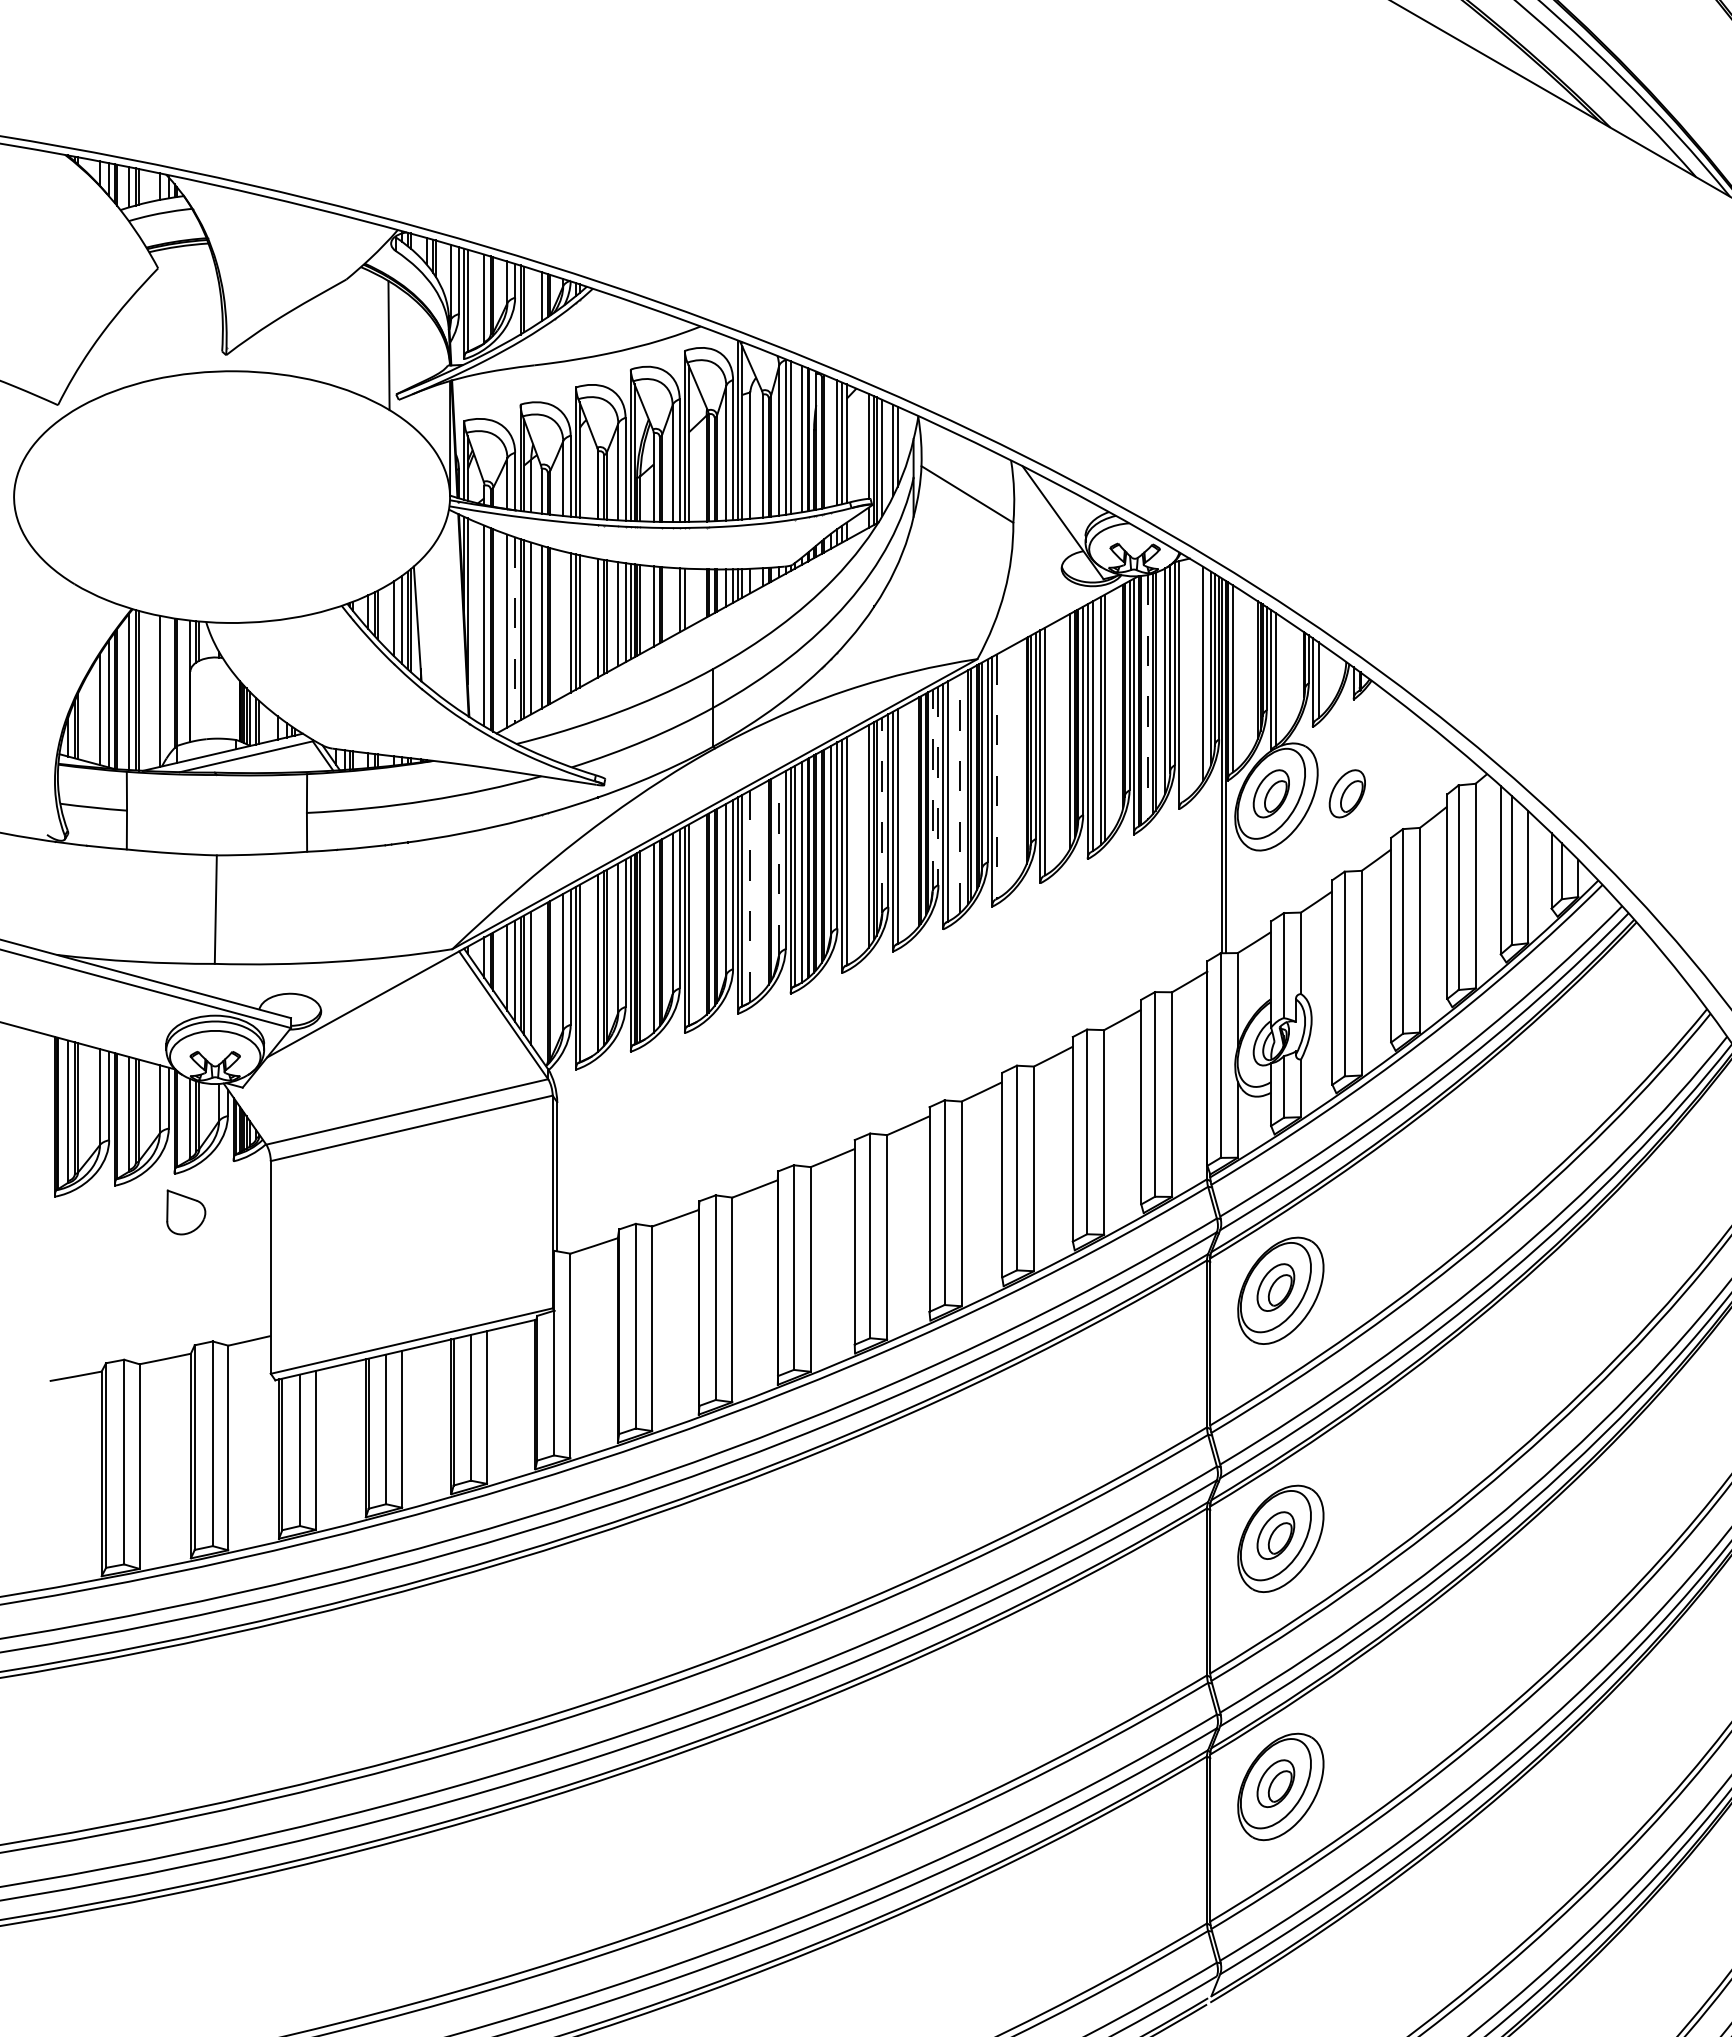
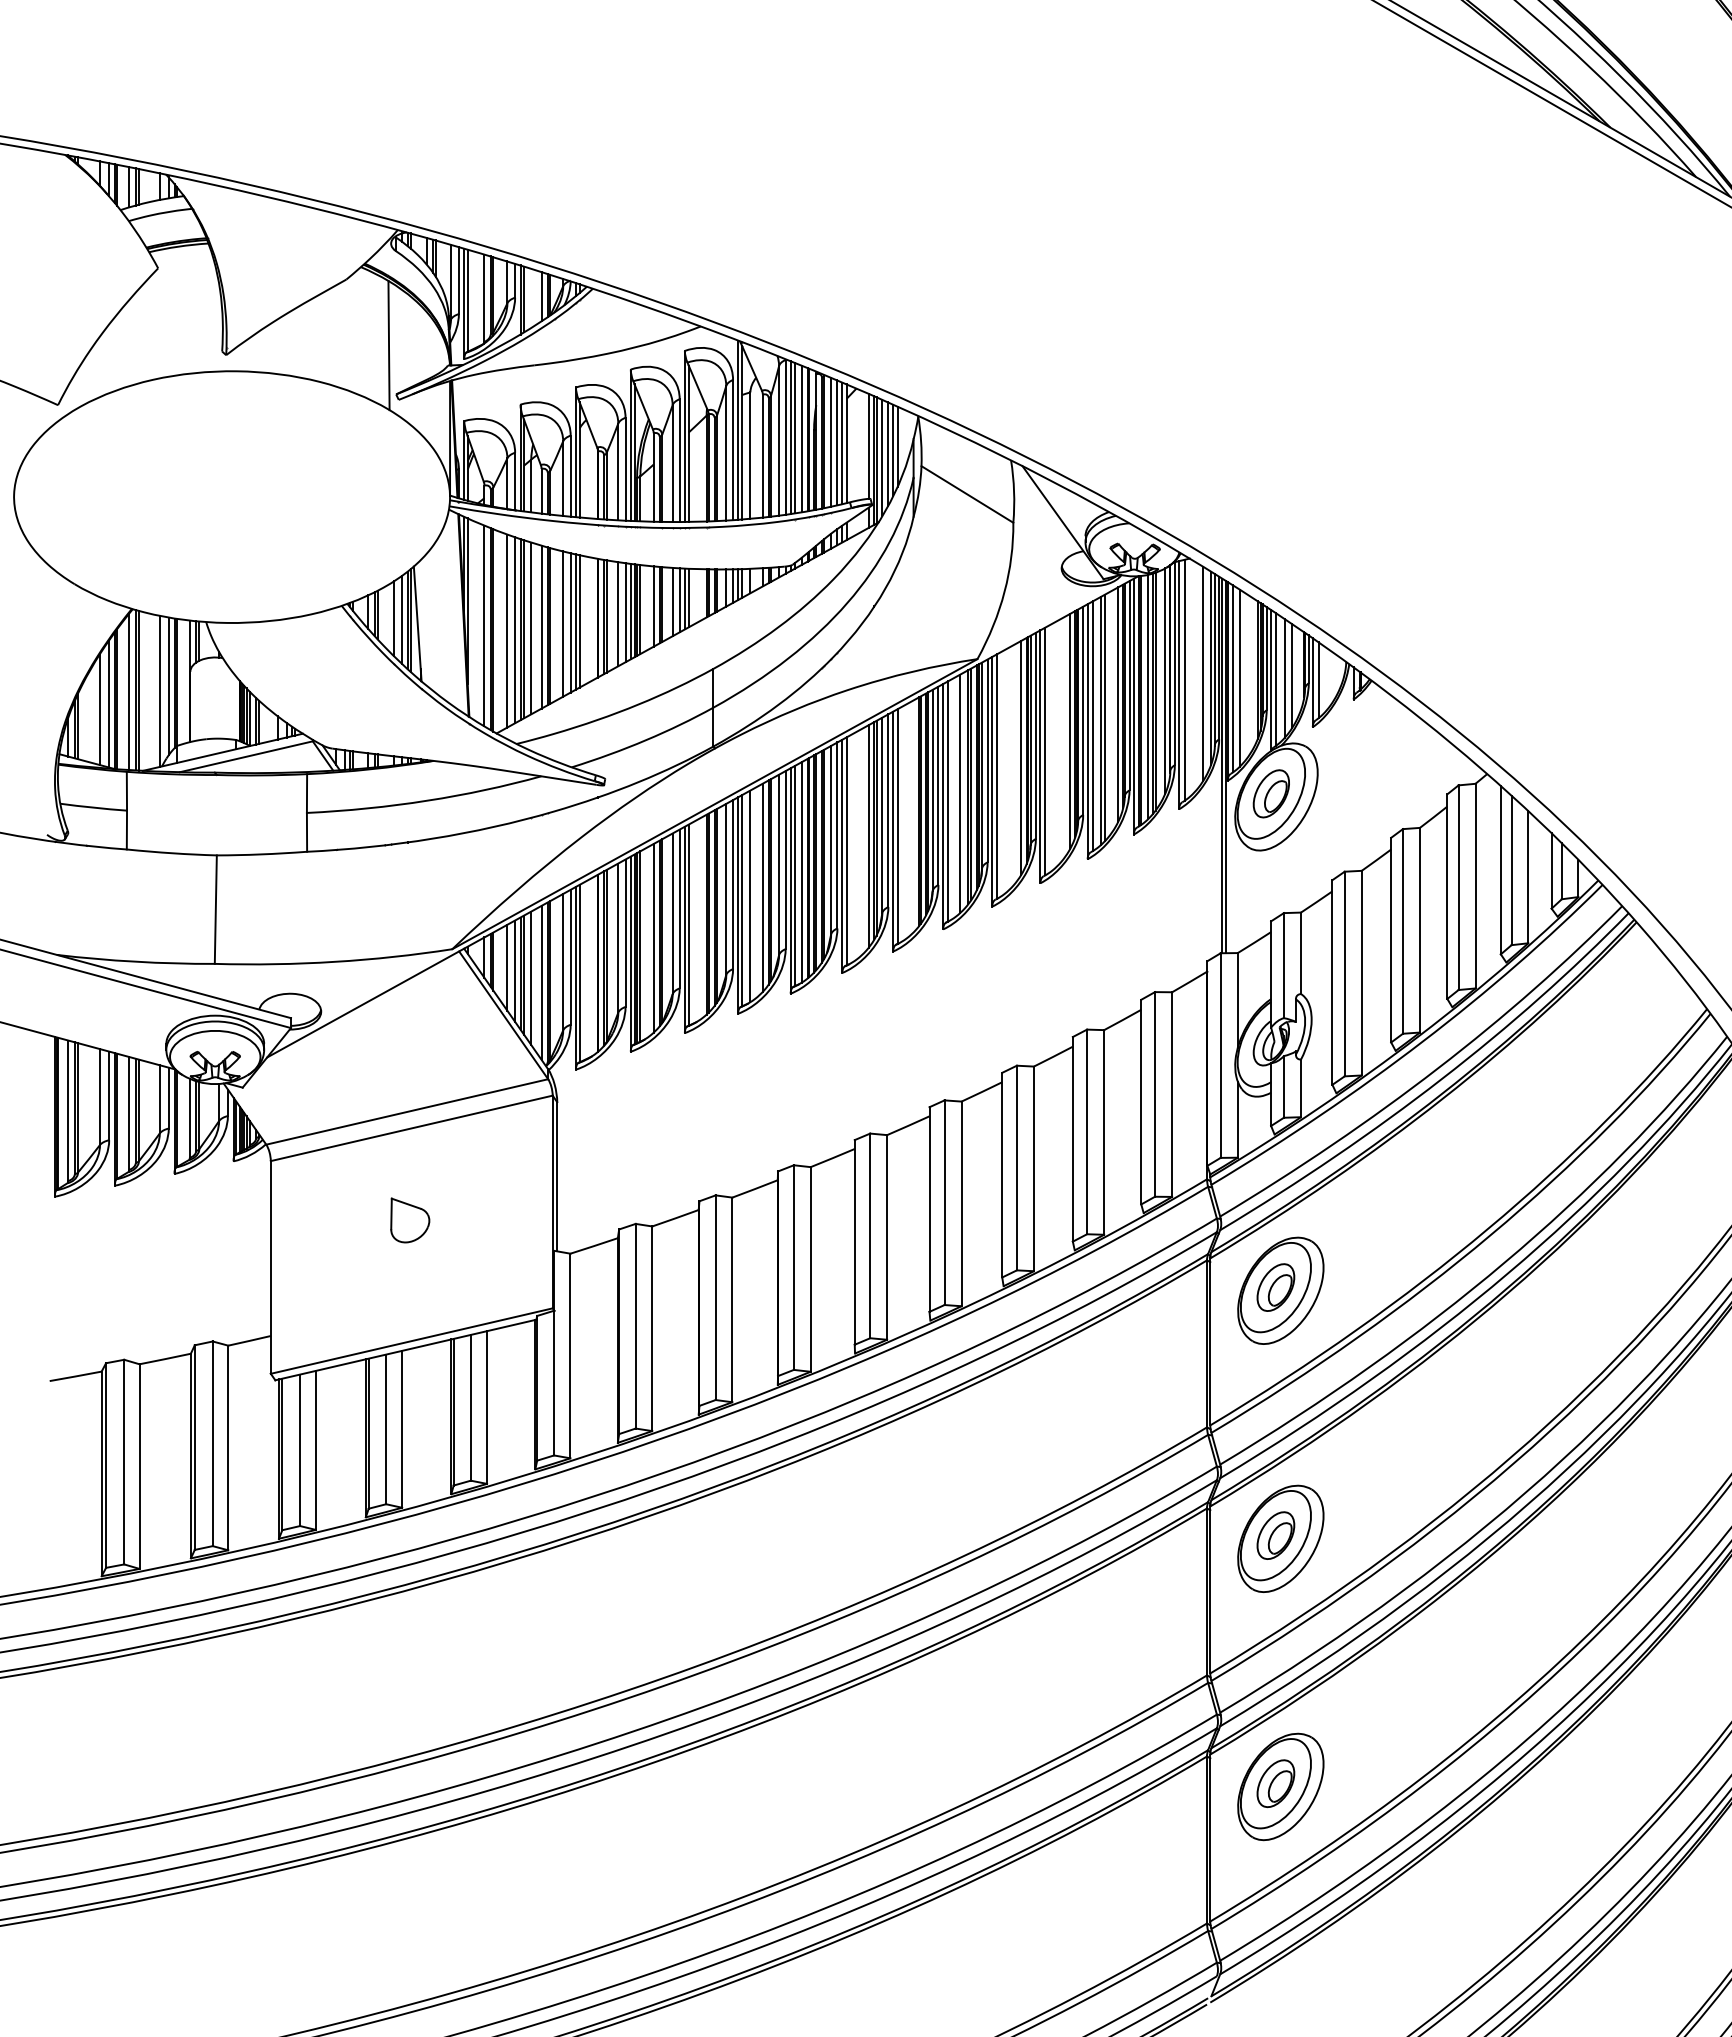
line at (1552, 103): none -> present
line at (794, 437): none -> present
line at (831, 441): none -> present
line at (888, 453): none -> present
line at (688, 597): none -> present
line at (672, 601): none -> present
line at (563, 623): none -> present
line at (515, 630): dashed -> solid
line at (1292, 675): none -> present
line at (1239, 677): none -> present
line at (1284, 678): none -> present
line at (1184, 679): none -> present
line at (168, 686): none -> present
line at (1148, 697): dashed -> solid
line at (1118, 704): none -> present
line at (1021, 757): none -> present
line at (997, 777): dashed -> solid
line at (938, 786): dashed -> solid
line at (932, 790): dashed -> solid
line at (960, 793): dashed -> solid
part at (1346, 793): present -> none
line at (882, 815): dashed -> solid
line at (779, 864): dashed -> solid
line at (762, 887): none -> present
line at (750, 896): dashed -> solid
line at (541, 982): none -> present
part at (186, 1212) position: (186, 1212) -> (410, 1220)
